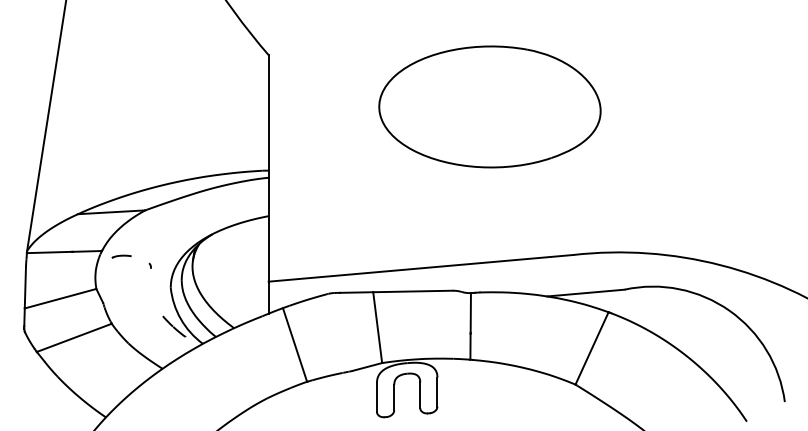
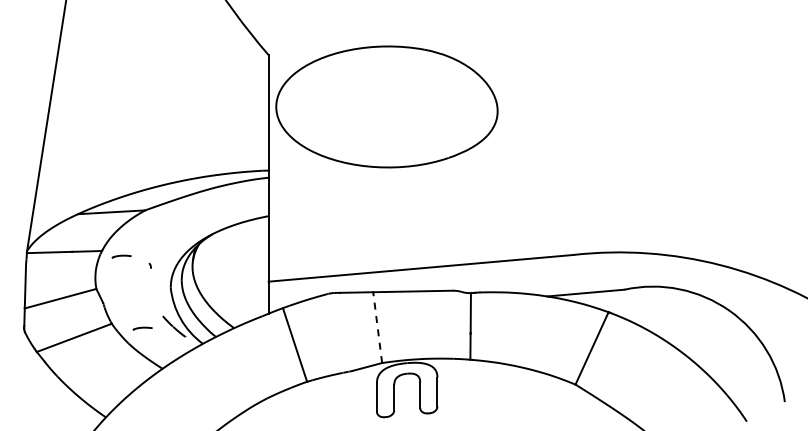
part at (489, 106) position: (489, 106) -> (386, 106)
line at (377, 327): solid -> dashed
part at (142, 328): none -> present
